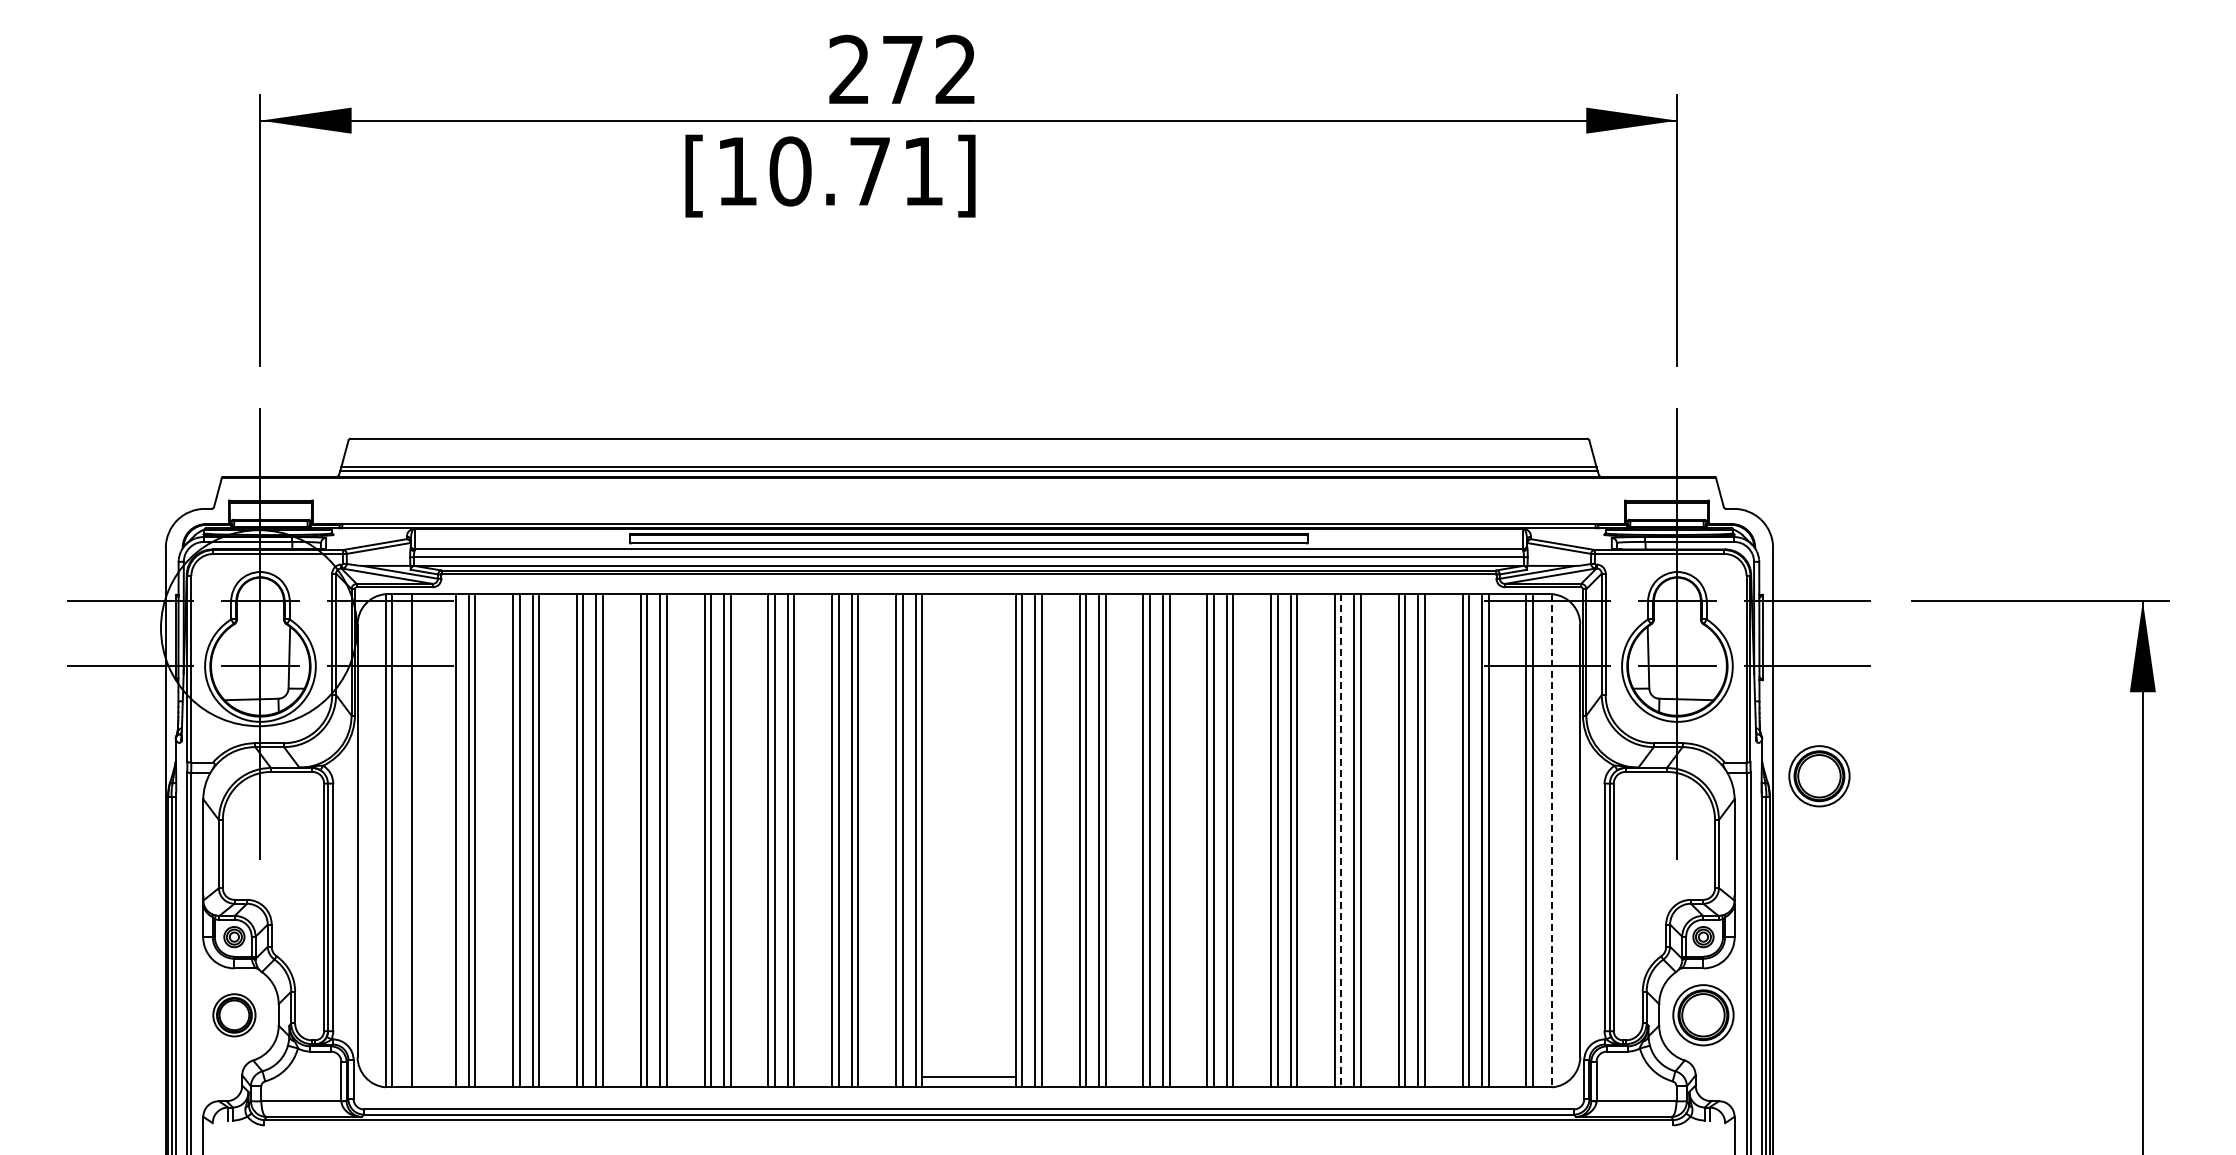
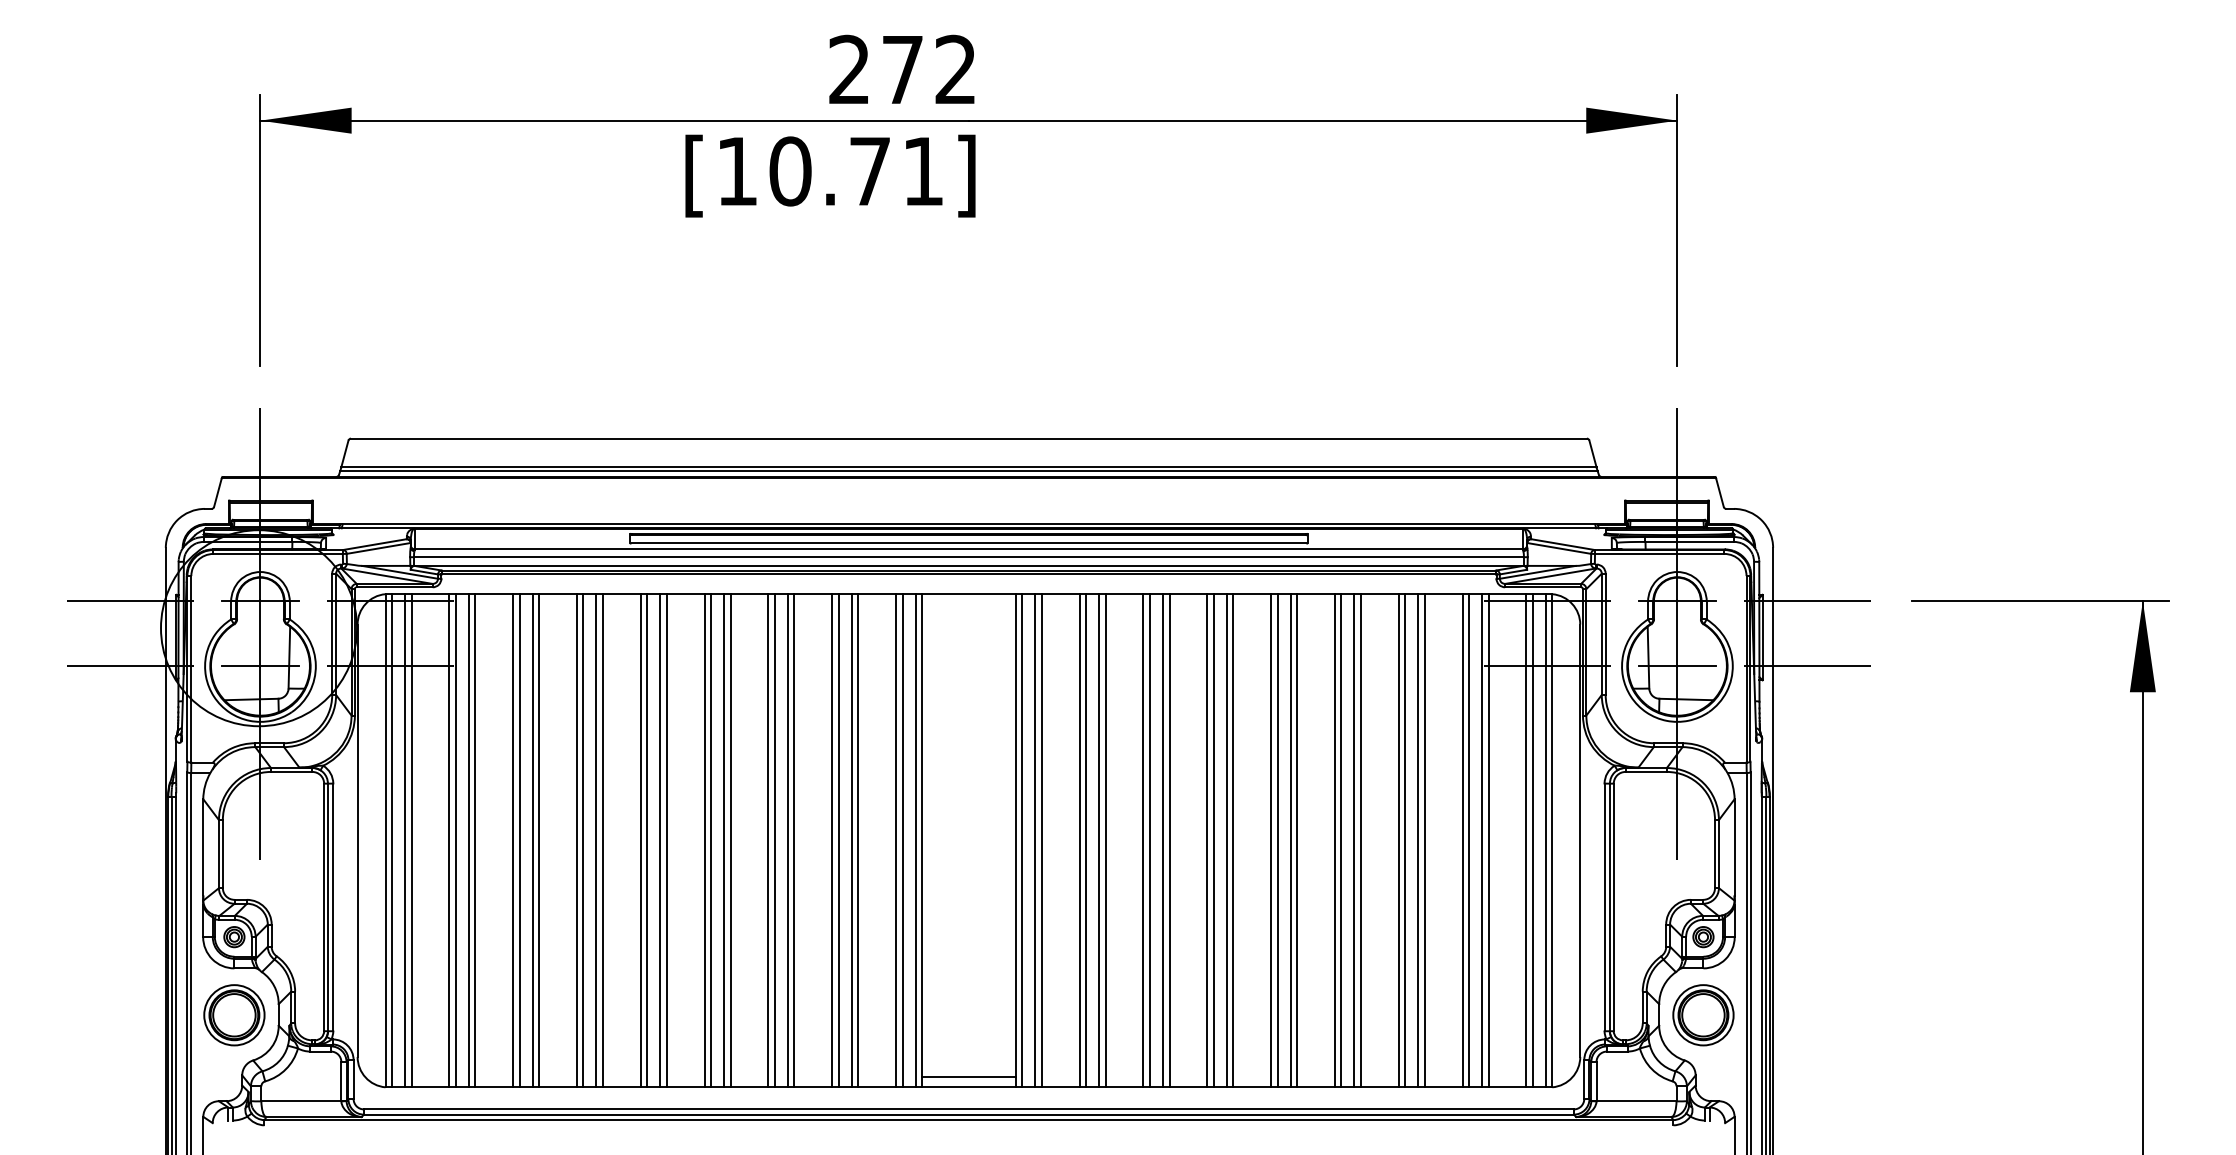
part at (1819, 776): present -> none
line at (405, 840): none -> present
line at (449, 840): none -> present
line at (1341, 840): dashed -> solid
line at (1545, 840): none -> present
line at (1552, 840): dashed -> solid
part at (234, 1015) size: 45x45 px -> 63x63 px
